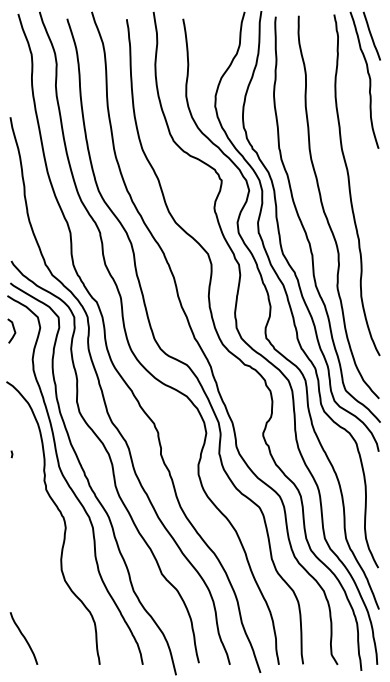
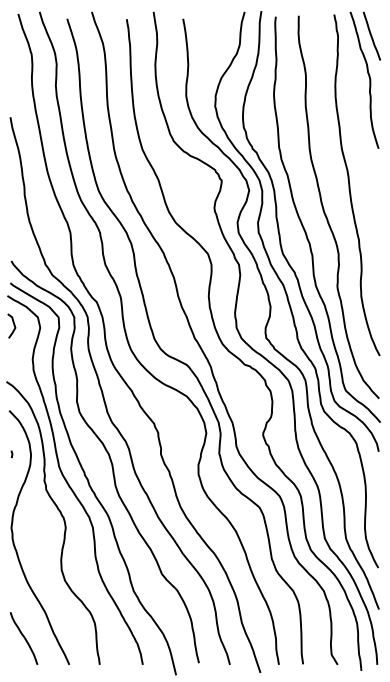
curve at (13, 330) position: (13, 330) -> (13, 325)
curve at (15, 545): none -> present
